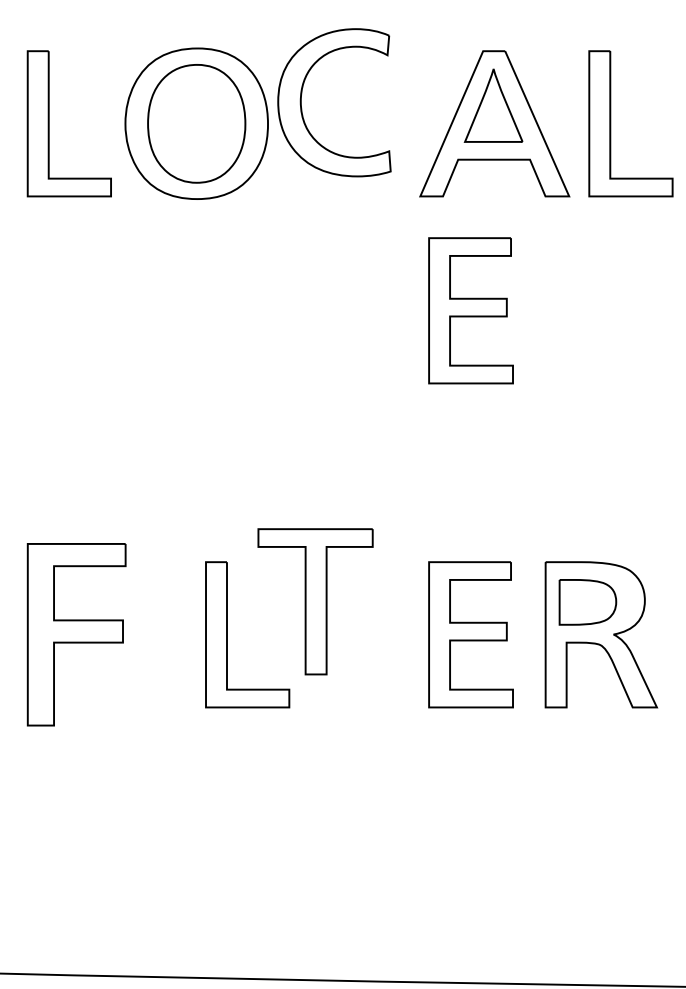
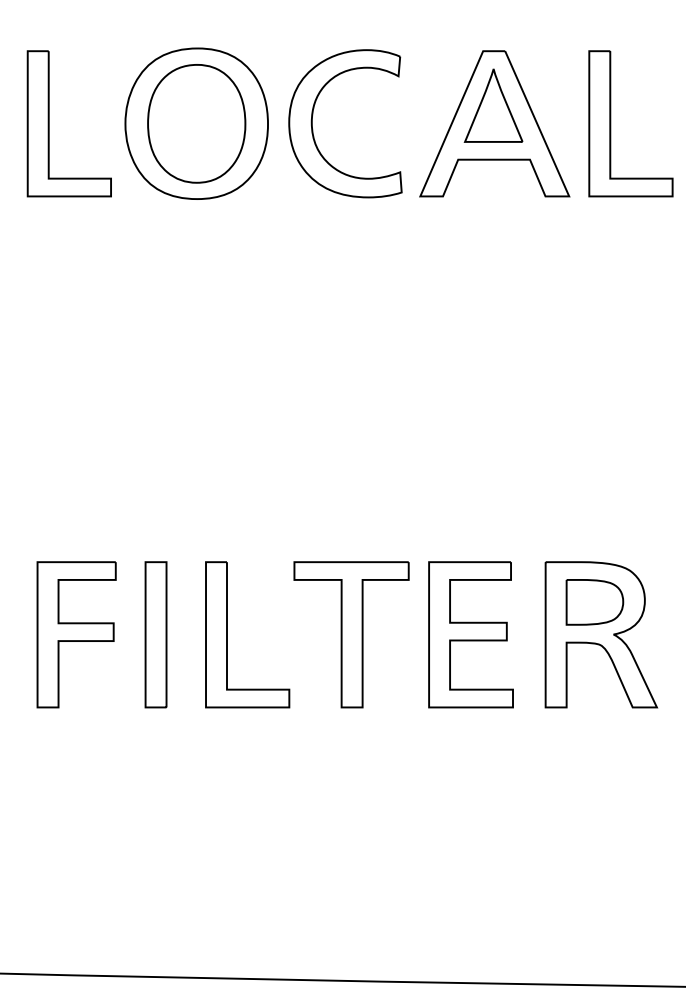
part at (302, 108) position: (302, 108) -> (313, 129)
part at (470, 310): present -> none
part at (315, 601) position: (315, 601) -> (351, 634)
part at (587, 602) position: (587, 602) -> (594, 602)
part at (76, 634) size: 101x184 px -> 81x148 px
part at (155, 634): none -> present
